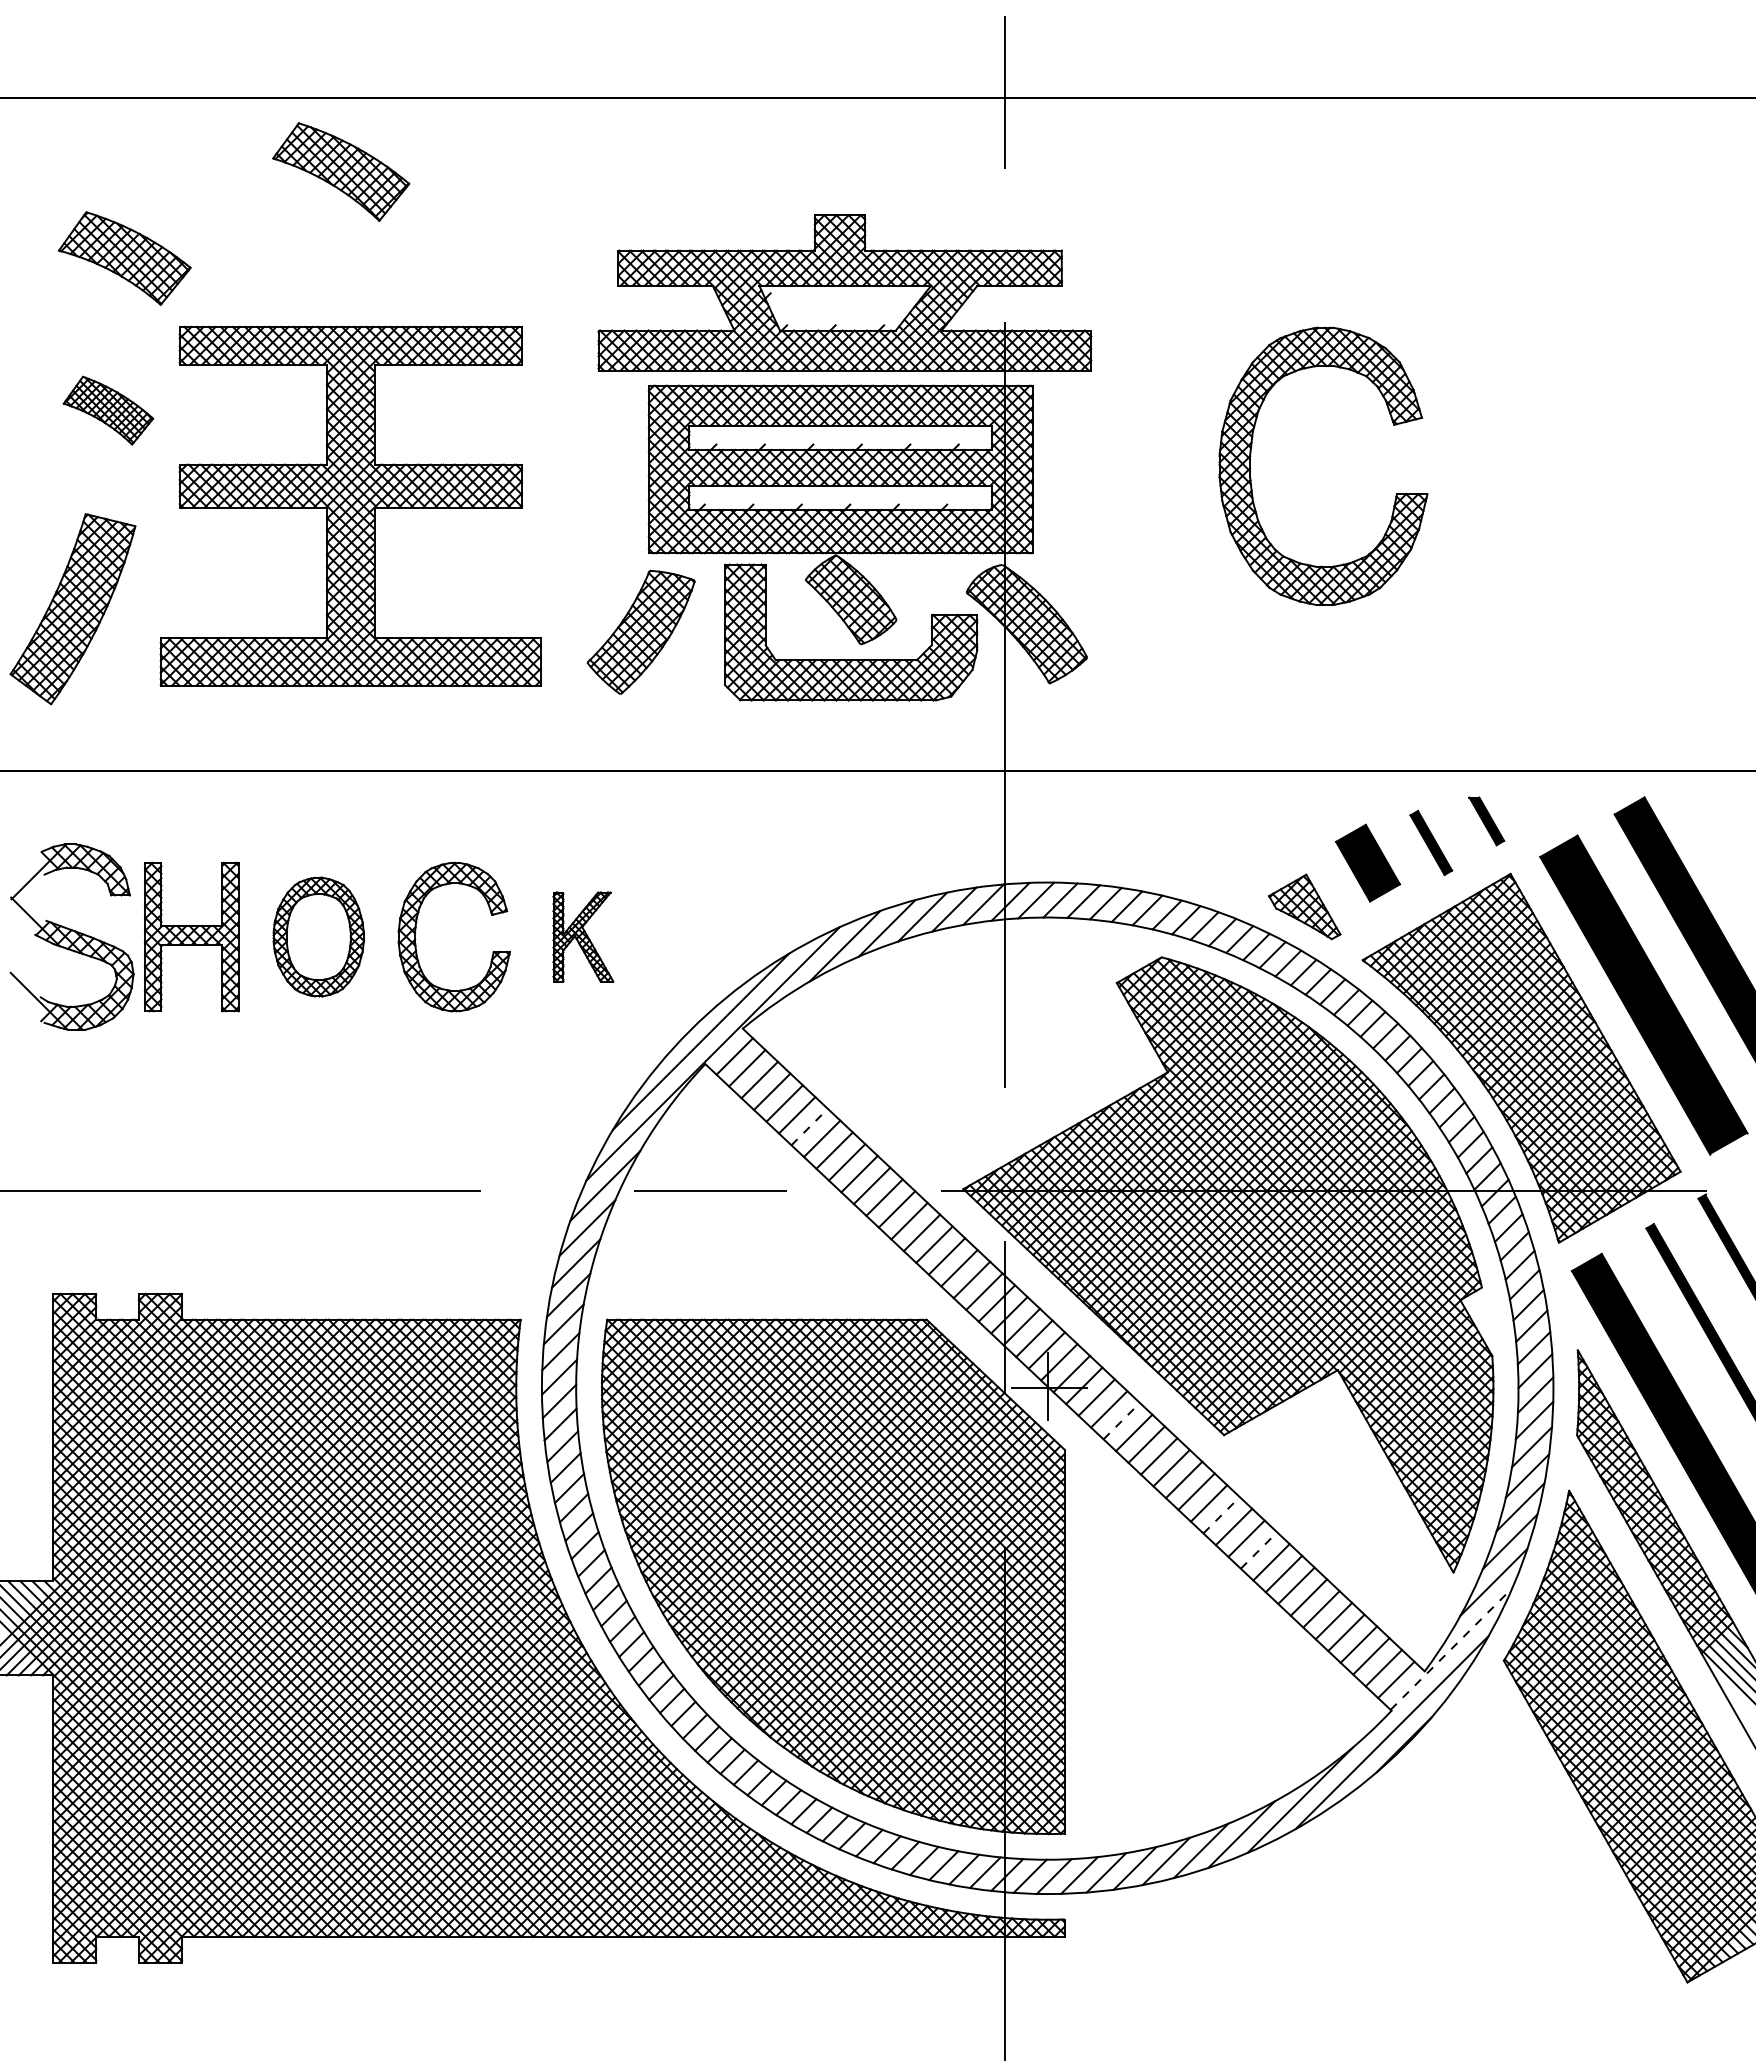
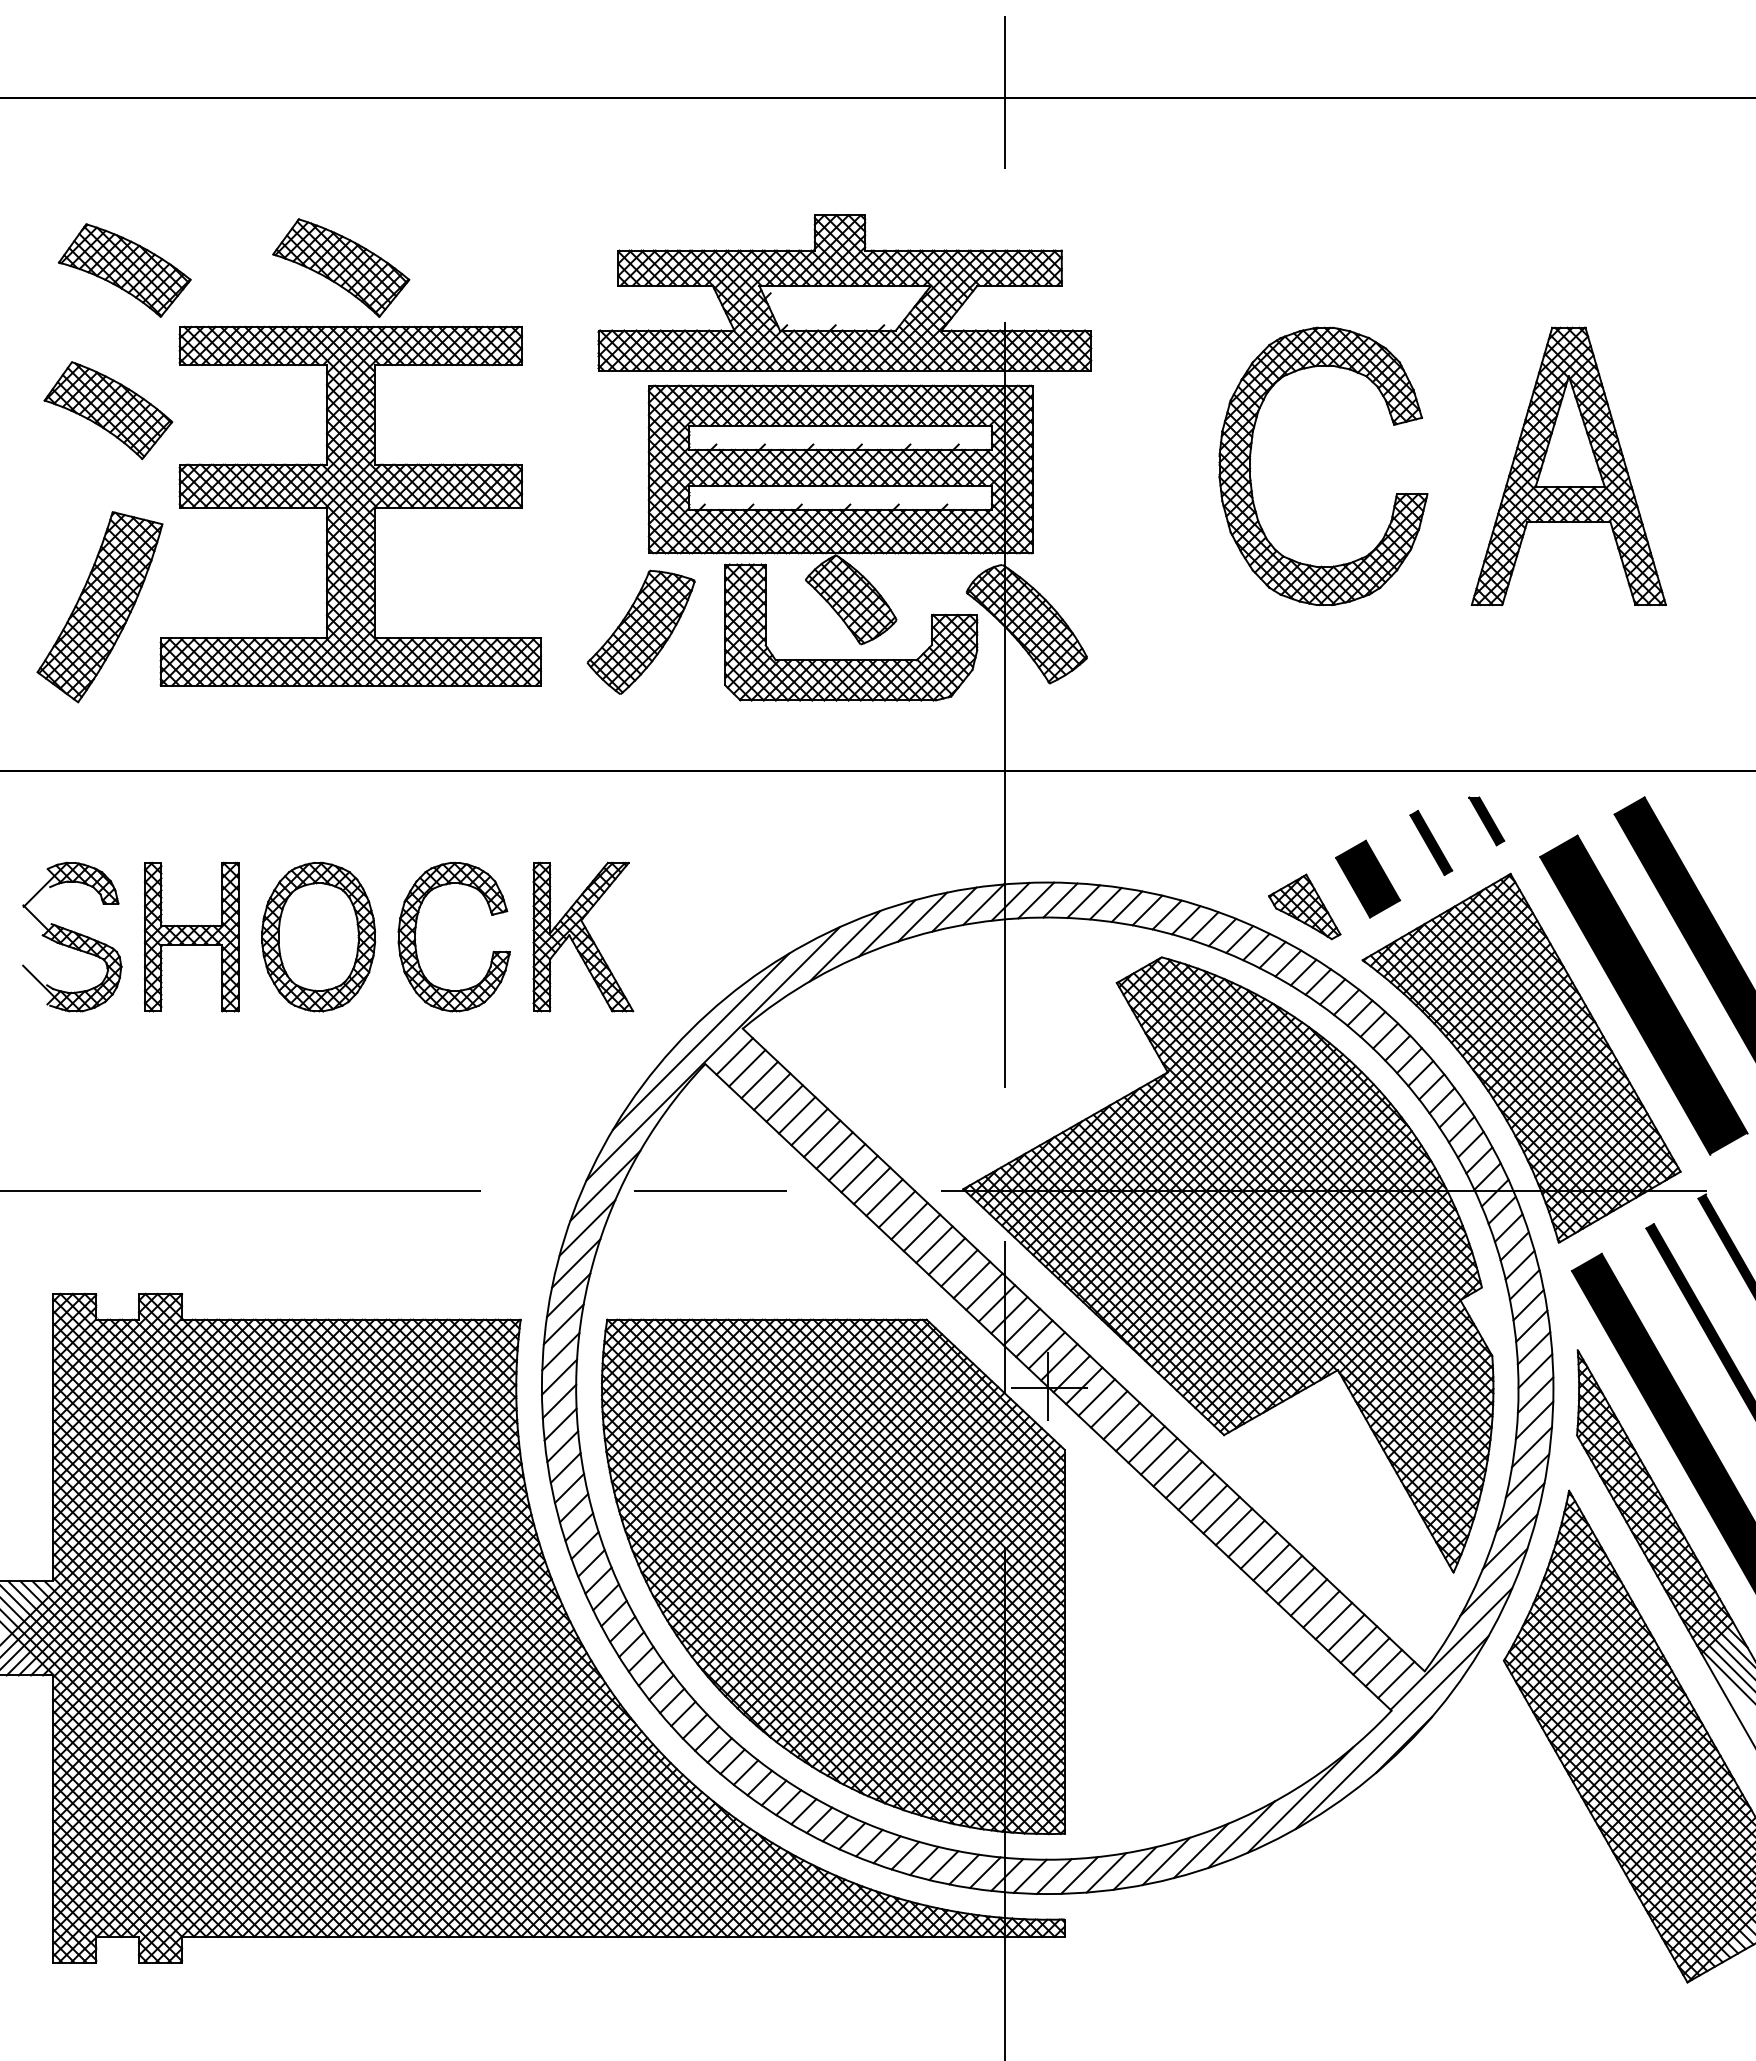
part at (341, 171) position: (341, 171) -> (341, 267)
part at (124, 258) position: (124, 258) -> (124, 270)
part at (108, 410) size: 93x71 px -> 131x100 px
part at (1568, 466): none -> present
part at (72, 609) position: (72, 609) -> (99, 607)
part at (1368, 862) position: (1368, 862) -> (1368, 878)
part at (71, 936) size: 126x188 px -> 101x152 px
part at (318, 936) size: 93x122 px -> 116x152 px
part at (583, 936) size: 63x92 px -> 103x152 px
line at (809, 1127): dashed -> solid
line at (1121, 1421): dashed -> solid
line at (1221, 1515): dashed -> solid
line at (1259, 1550): dashed -> solid
line at (1451, 1649): dashed -> solid
